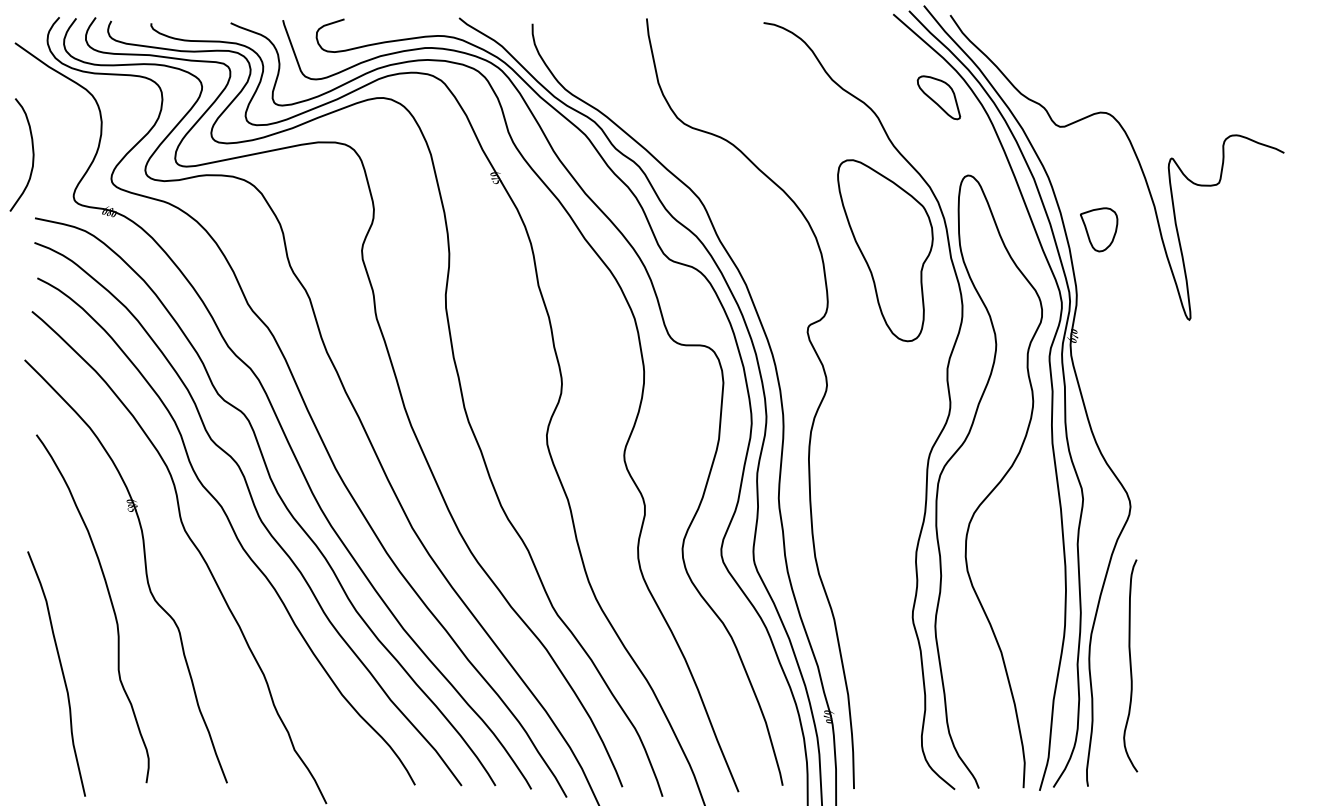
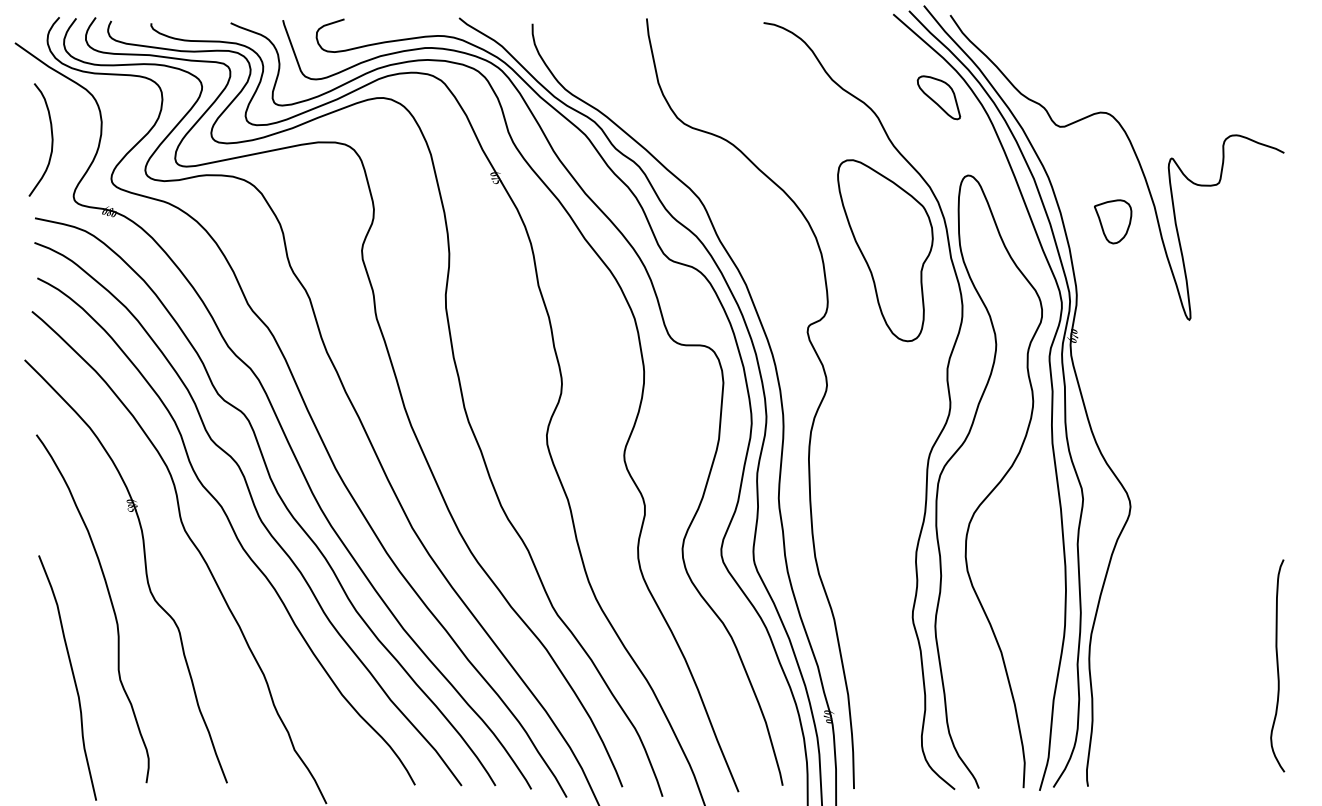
curve at (32, 154) position: (32, 154) -> (51, 139)
part at (1099, 229) position: (1099, 229) -> (1113, 221)
curve at (1130, 665) position: (1130, 665) -> (1277, 665)
curve at (61, 672) position: (61, 672) -> (72, 676)
